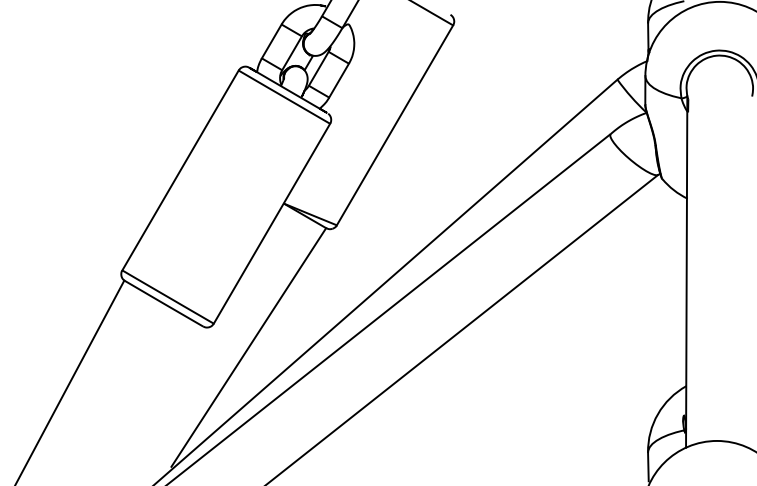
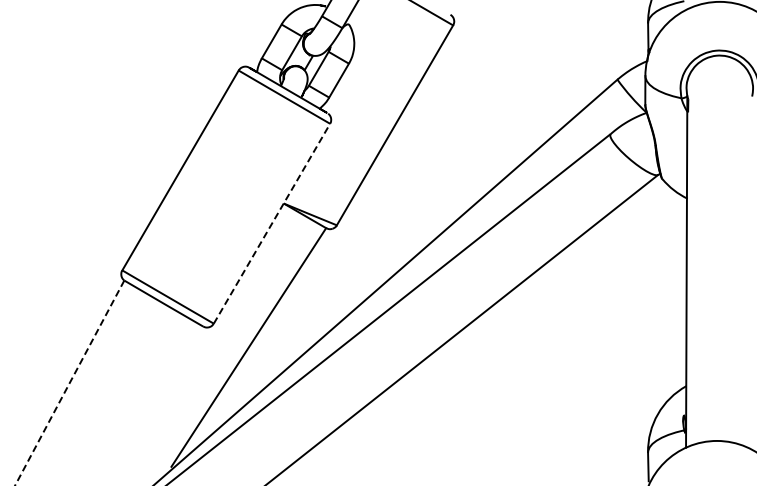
line at (272, 223): solid -> dashed
line at (69, 383): solid -> dashed
